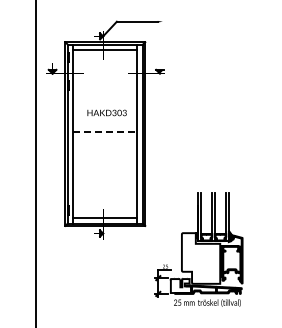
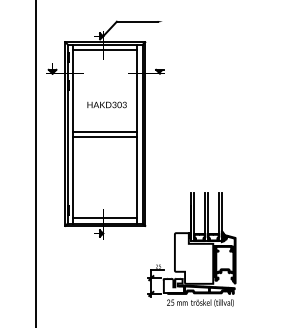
text at (106, 112) position: (106, 112) -> (106, 104)
line at (105, 131): dashed -> solid
line at (105, 136): none -> present
part at (198, 249) position: (198, 249) -> (191, 249)
